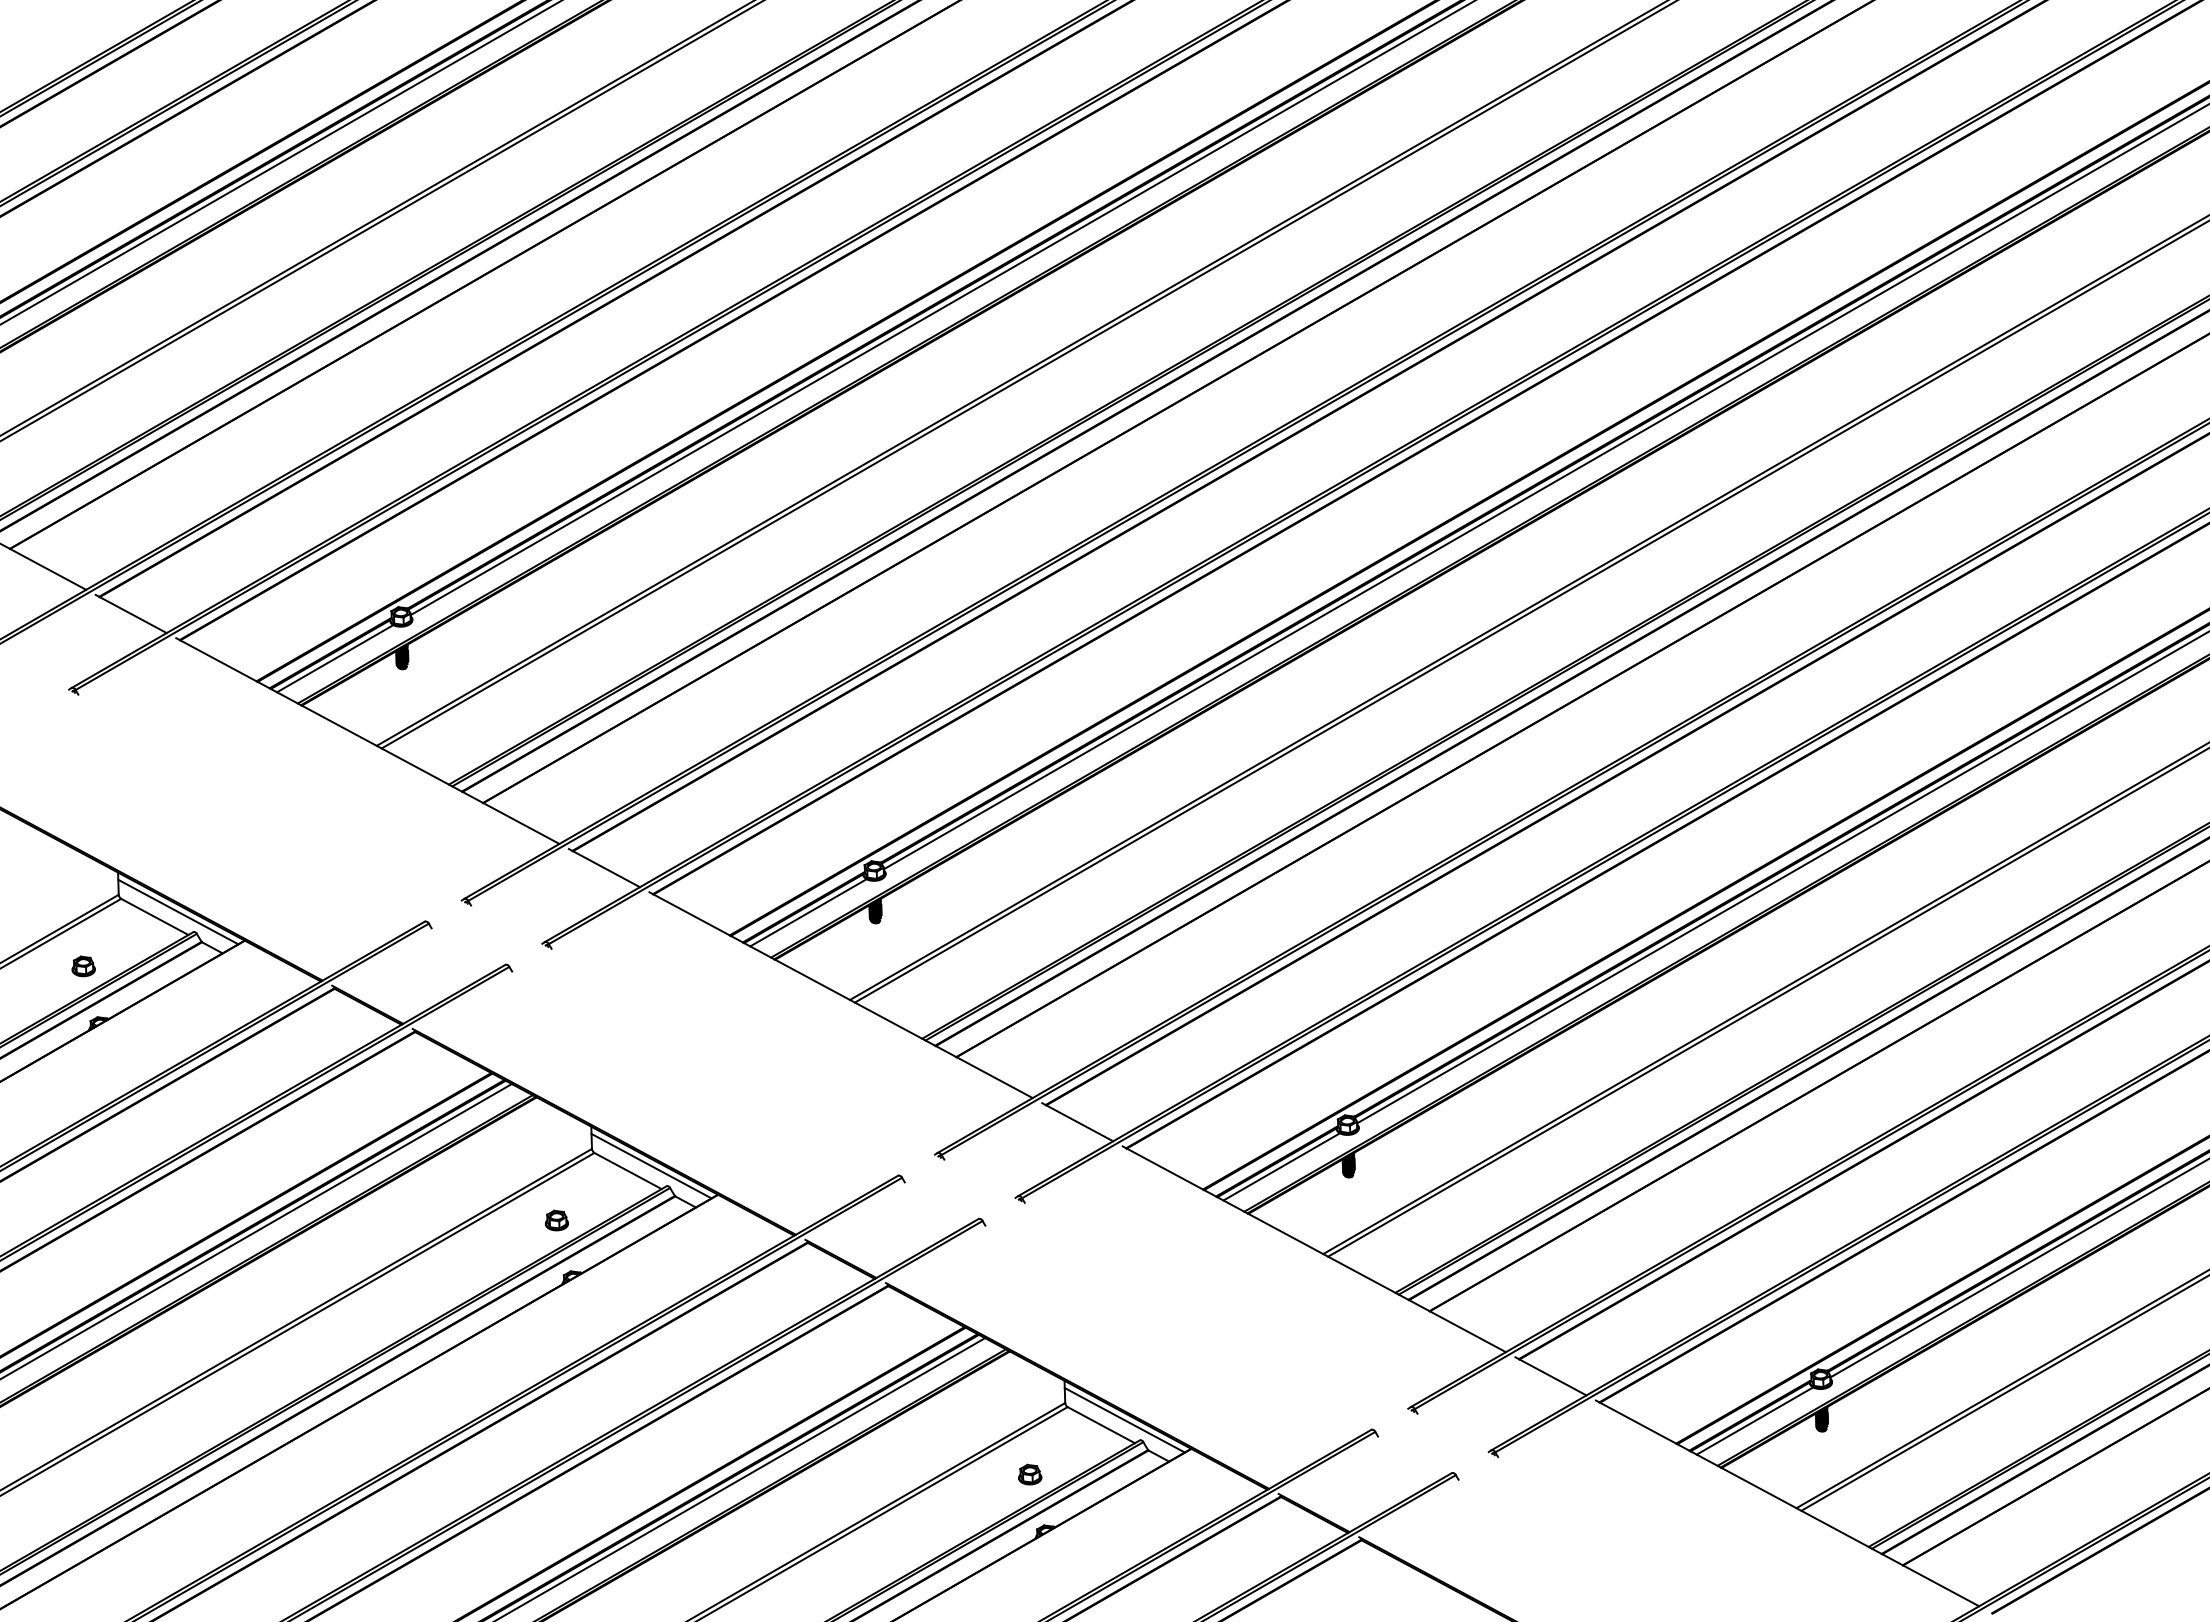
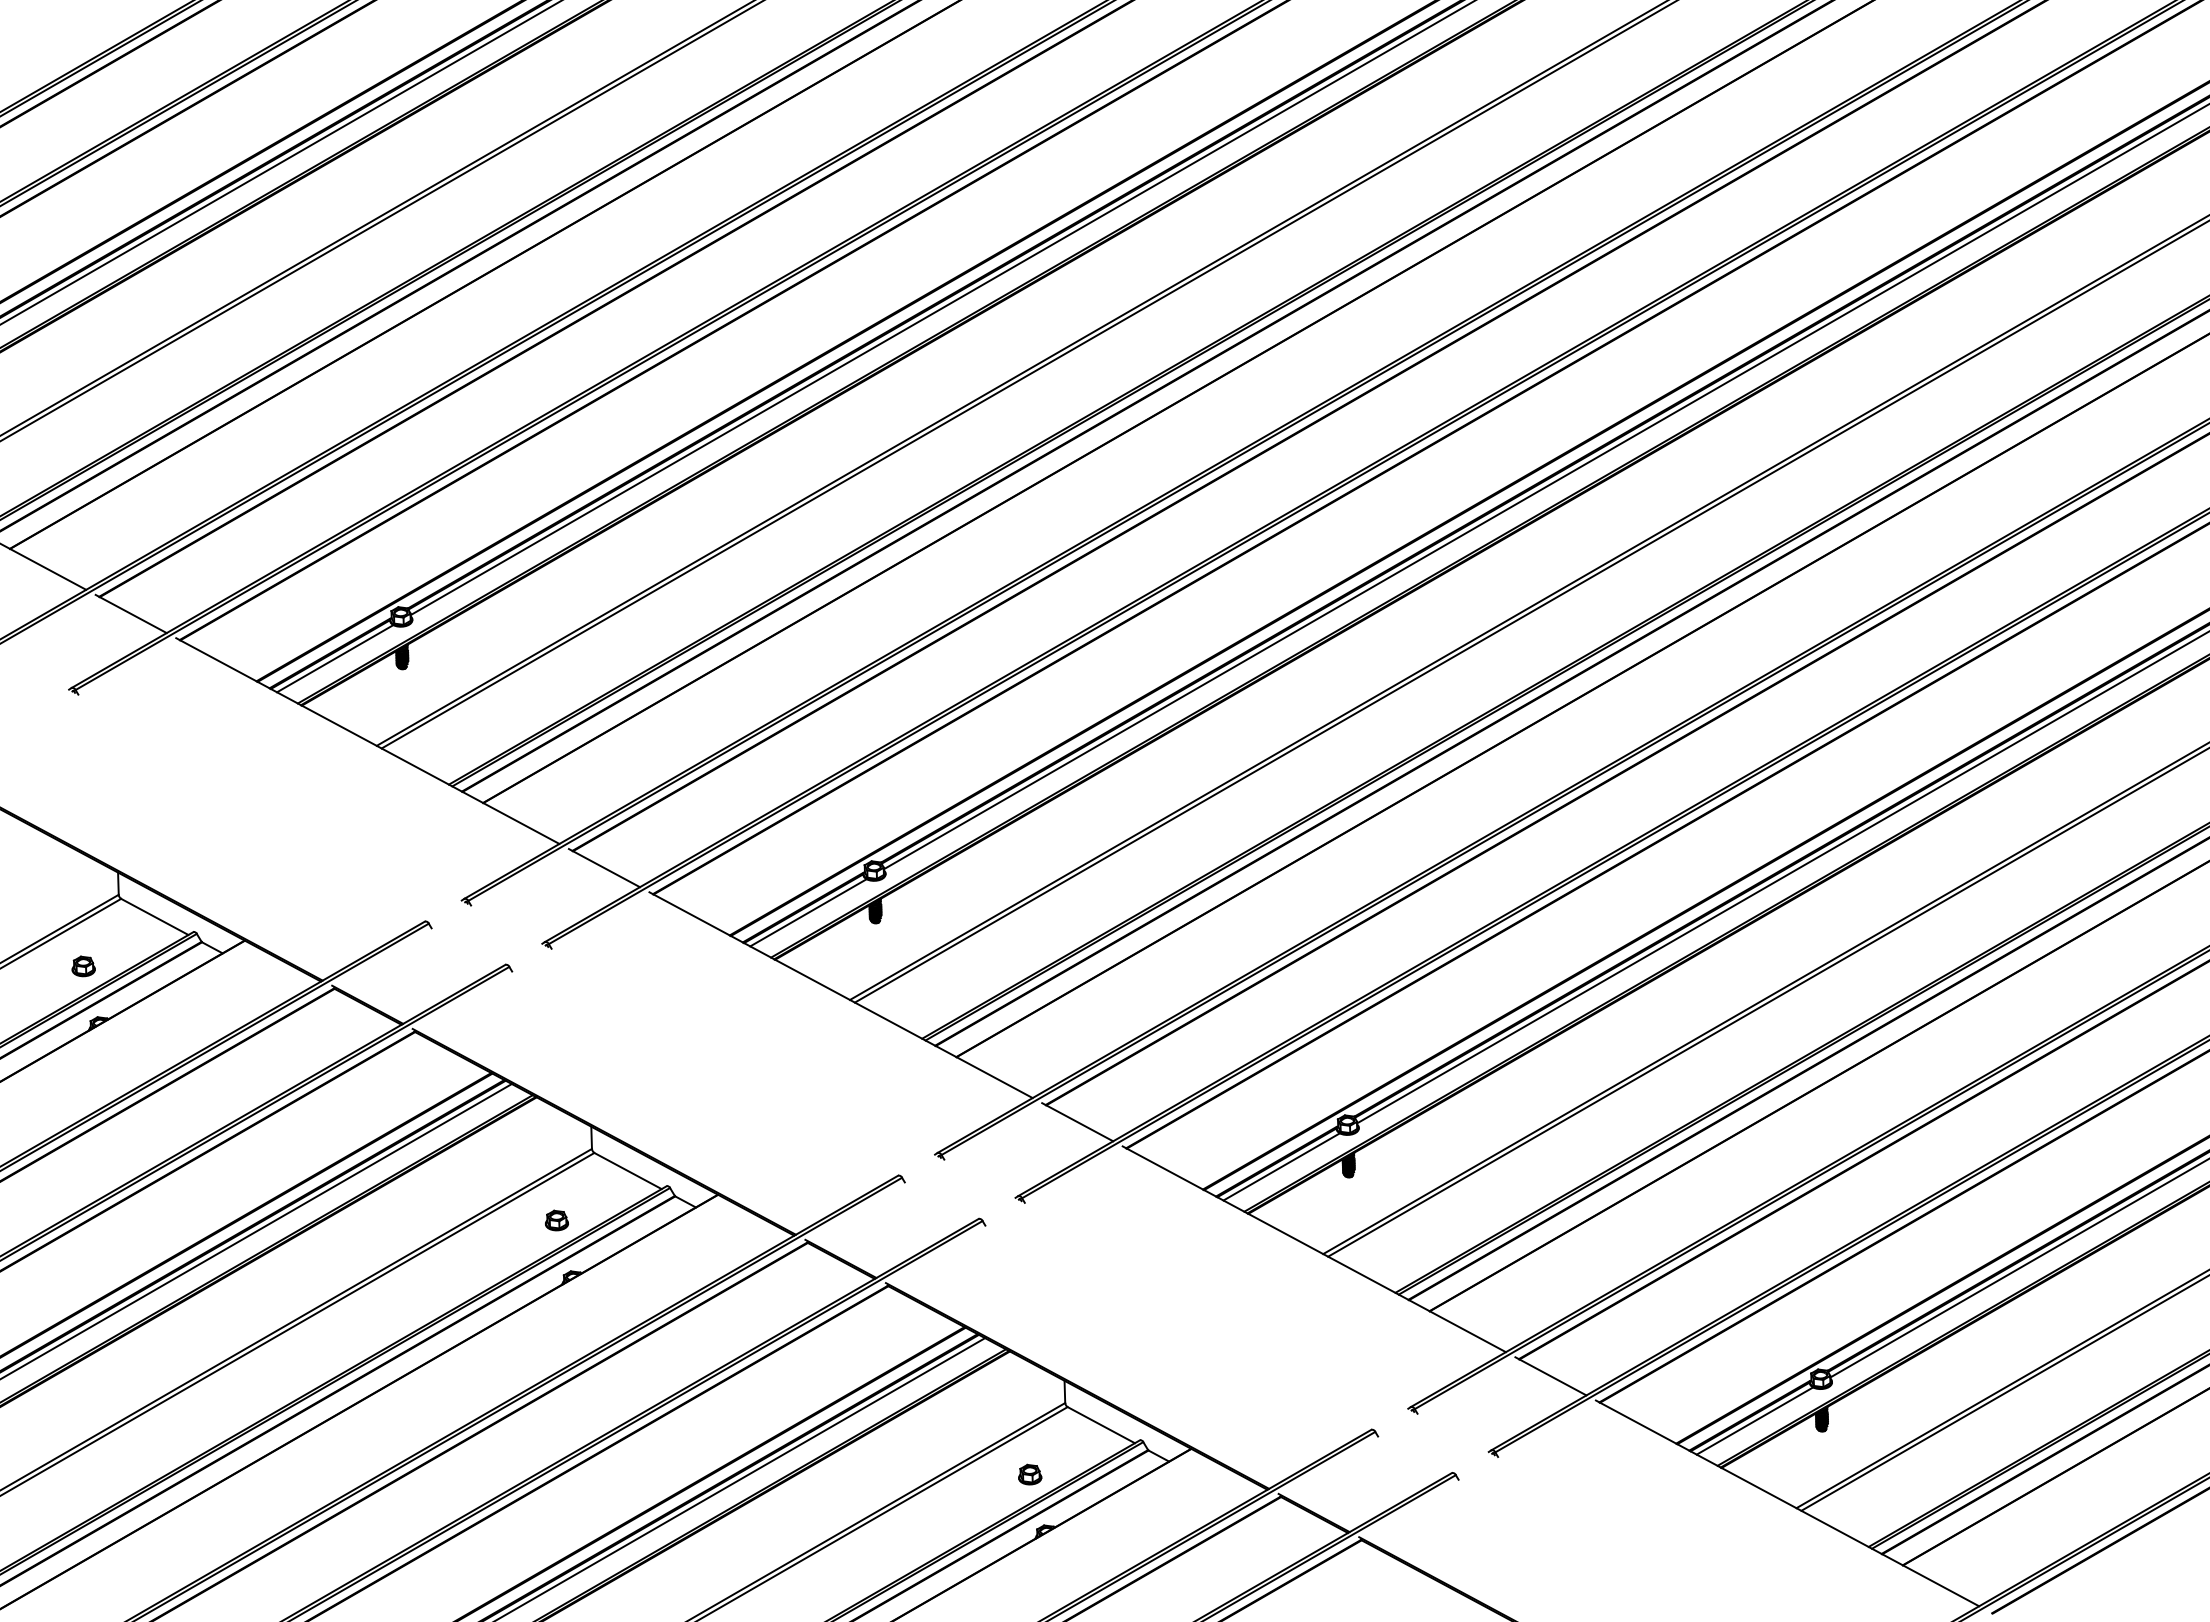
line at (178, 911): present -> none
line at (651, 1165): present -> none
line at (1124, 1420): present -> none
